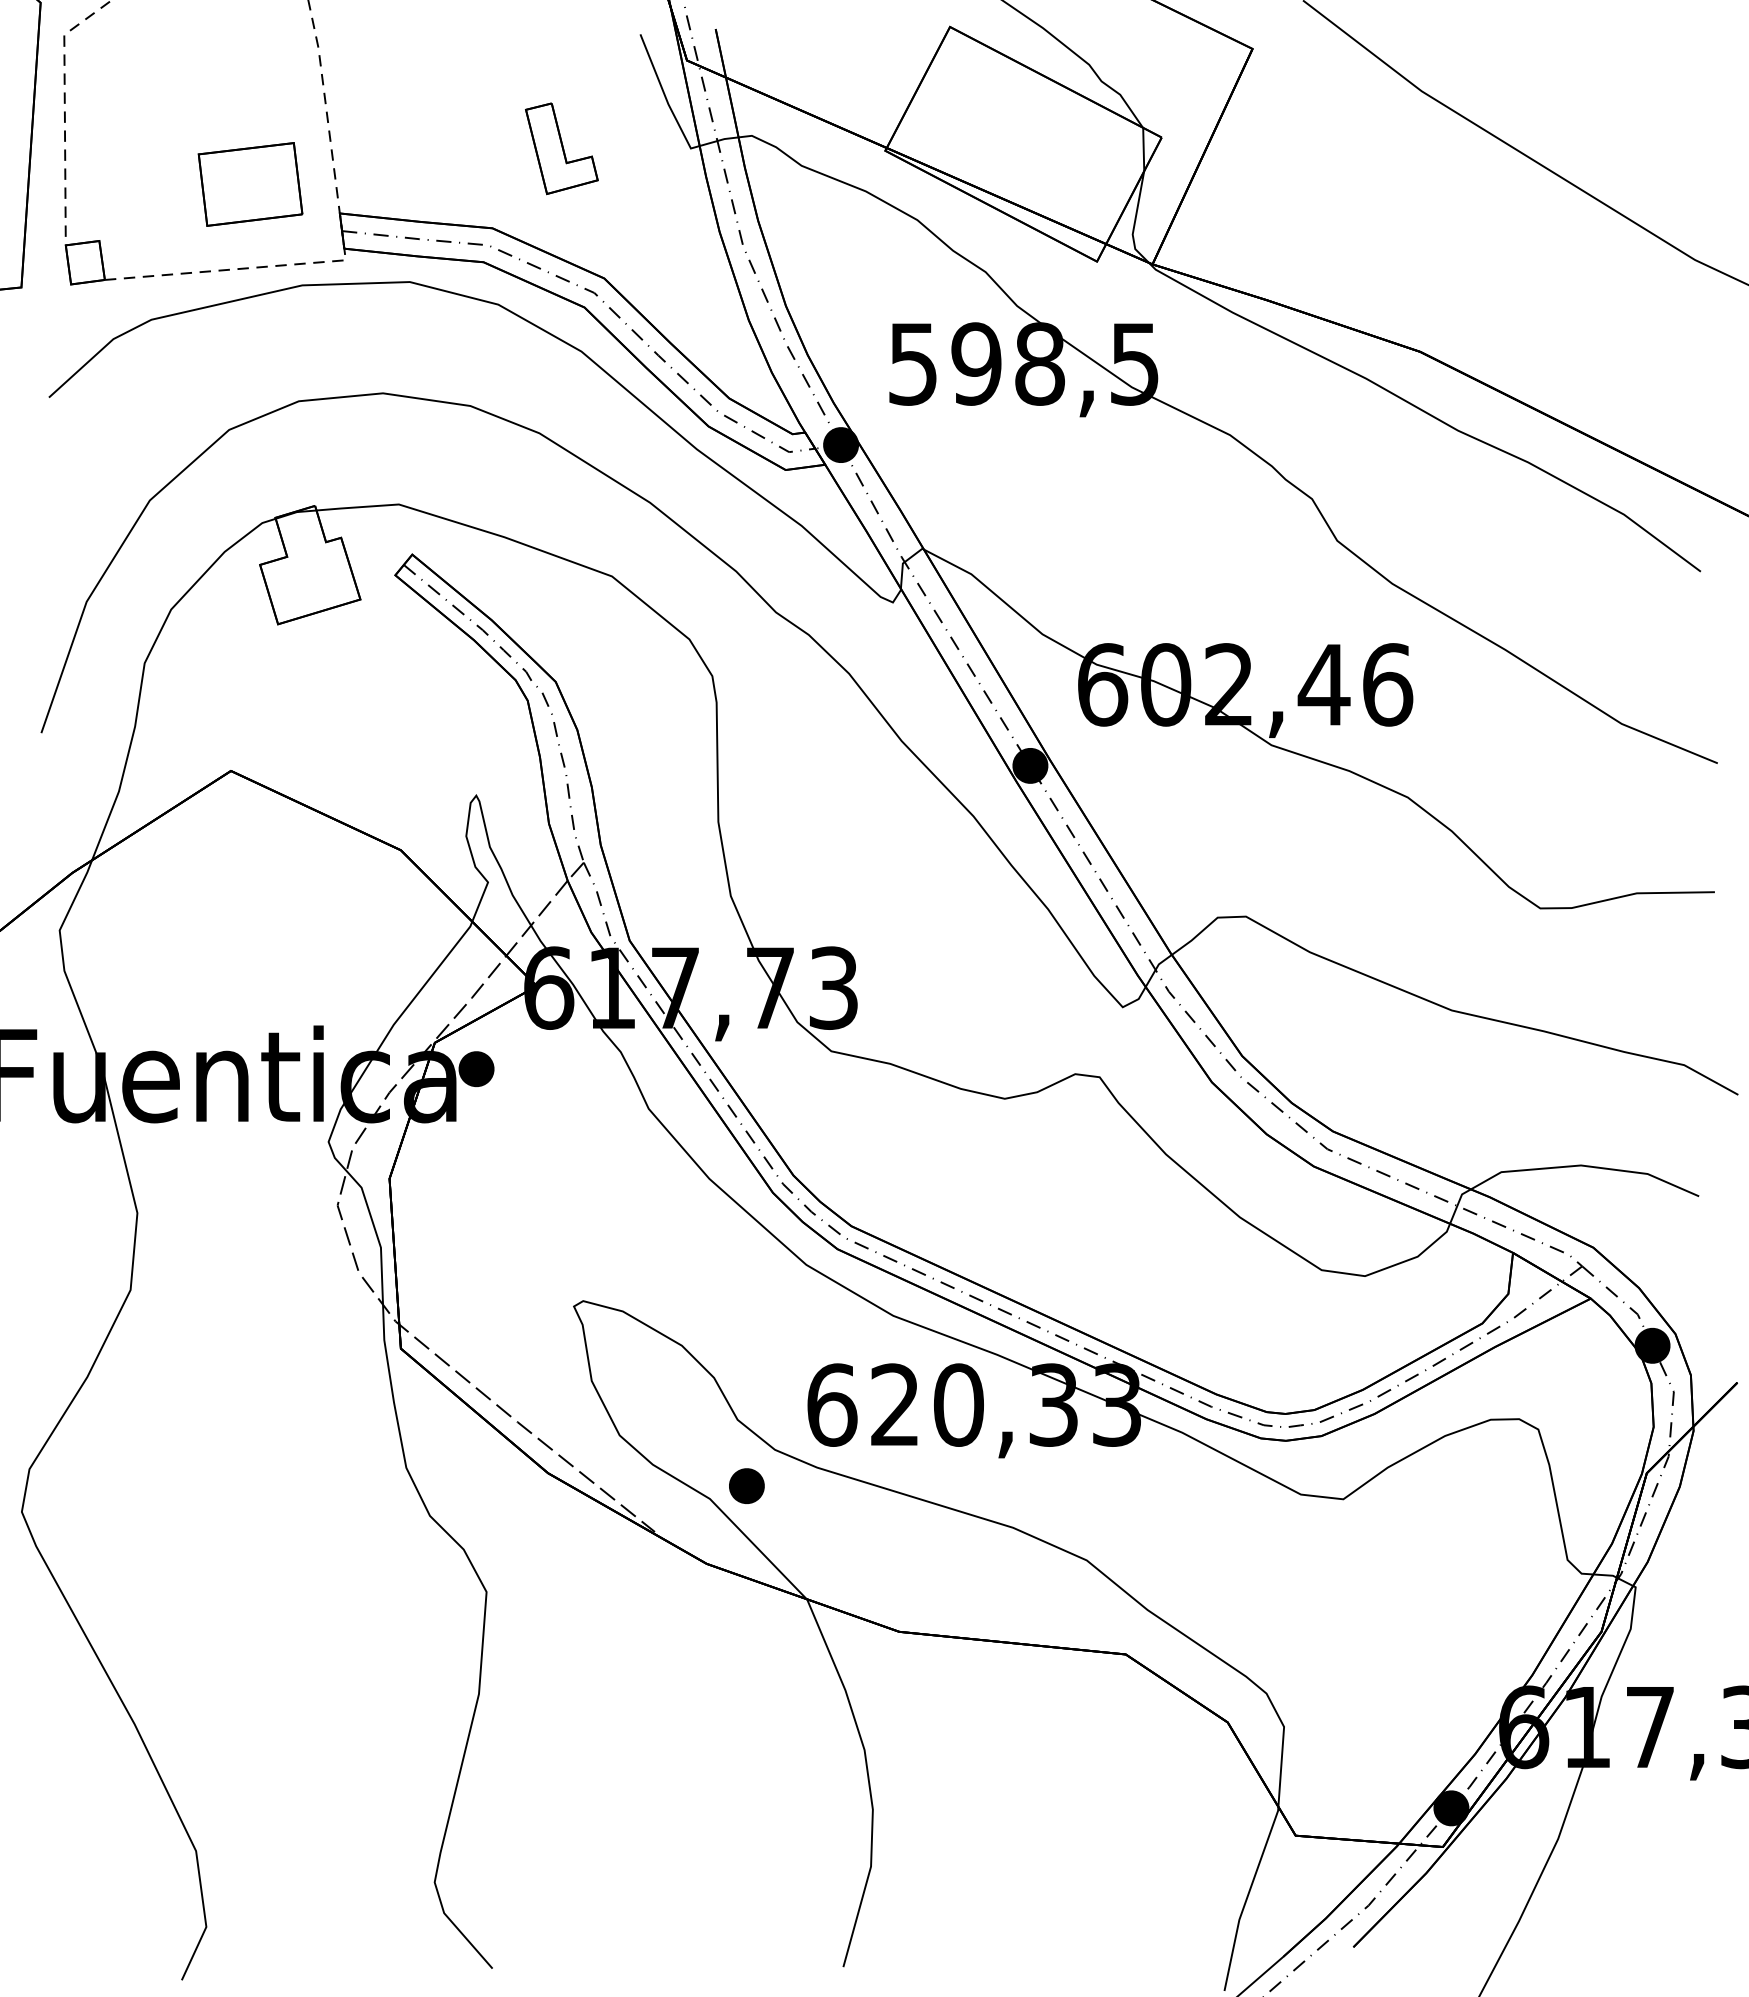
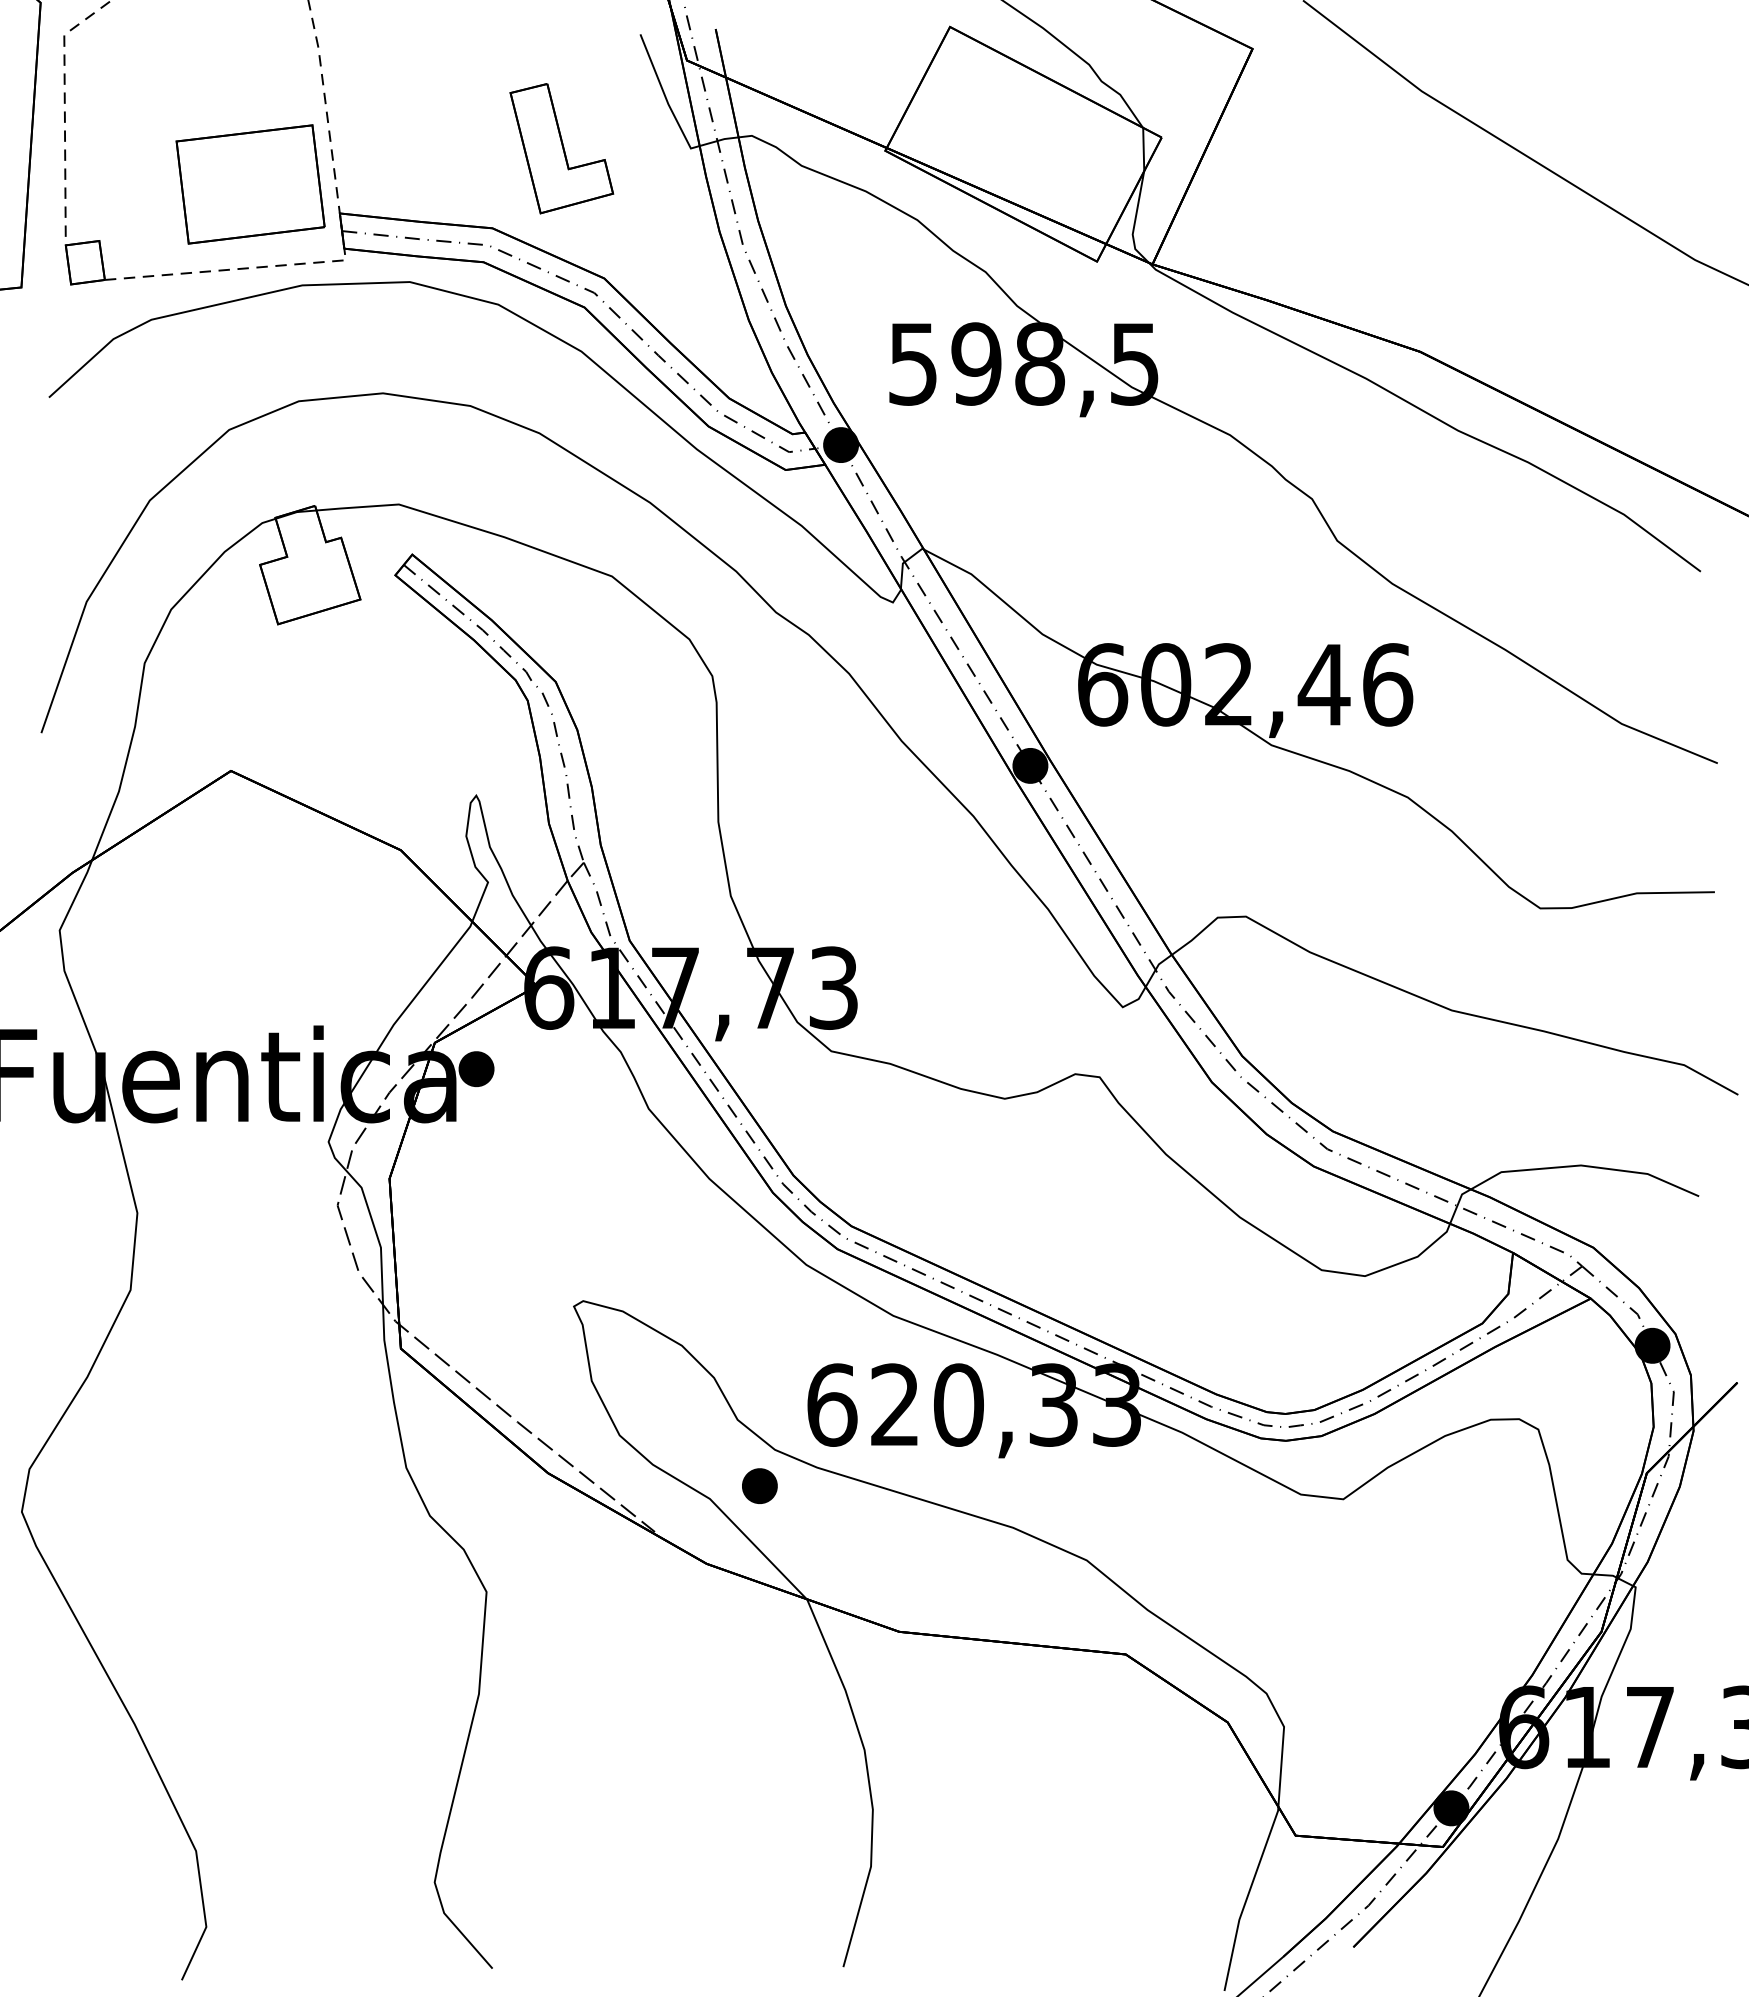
part at (561, 148) size: 74x94 px -> 106x132 px
part at (250, 184) size: 107x85 px -> 151x121 px
part at (746, 1485) position: (746, 1485) -> (759, 1485)
